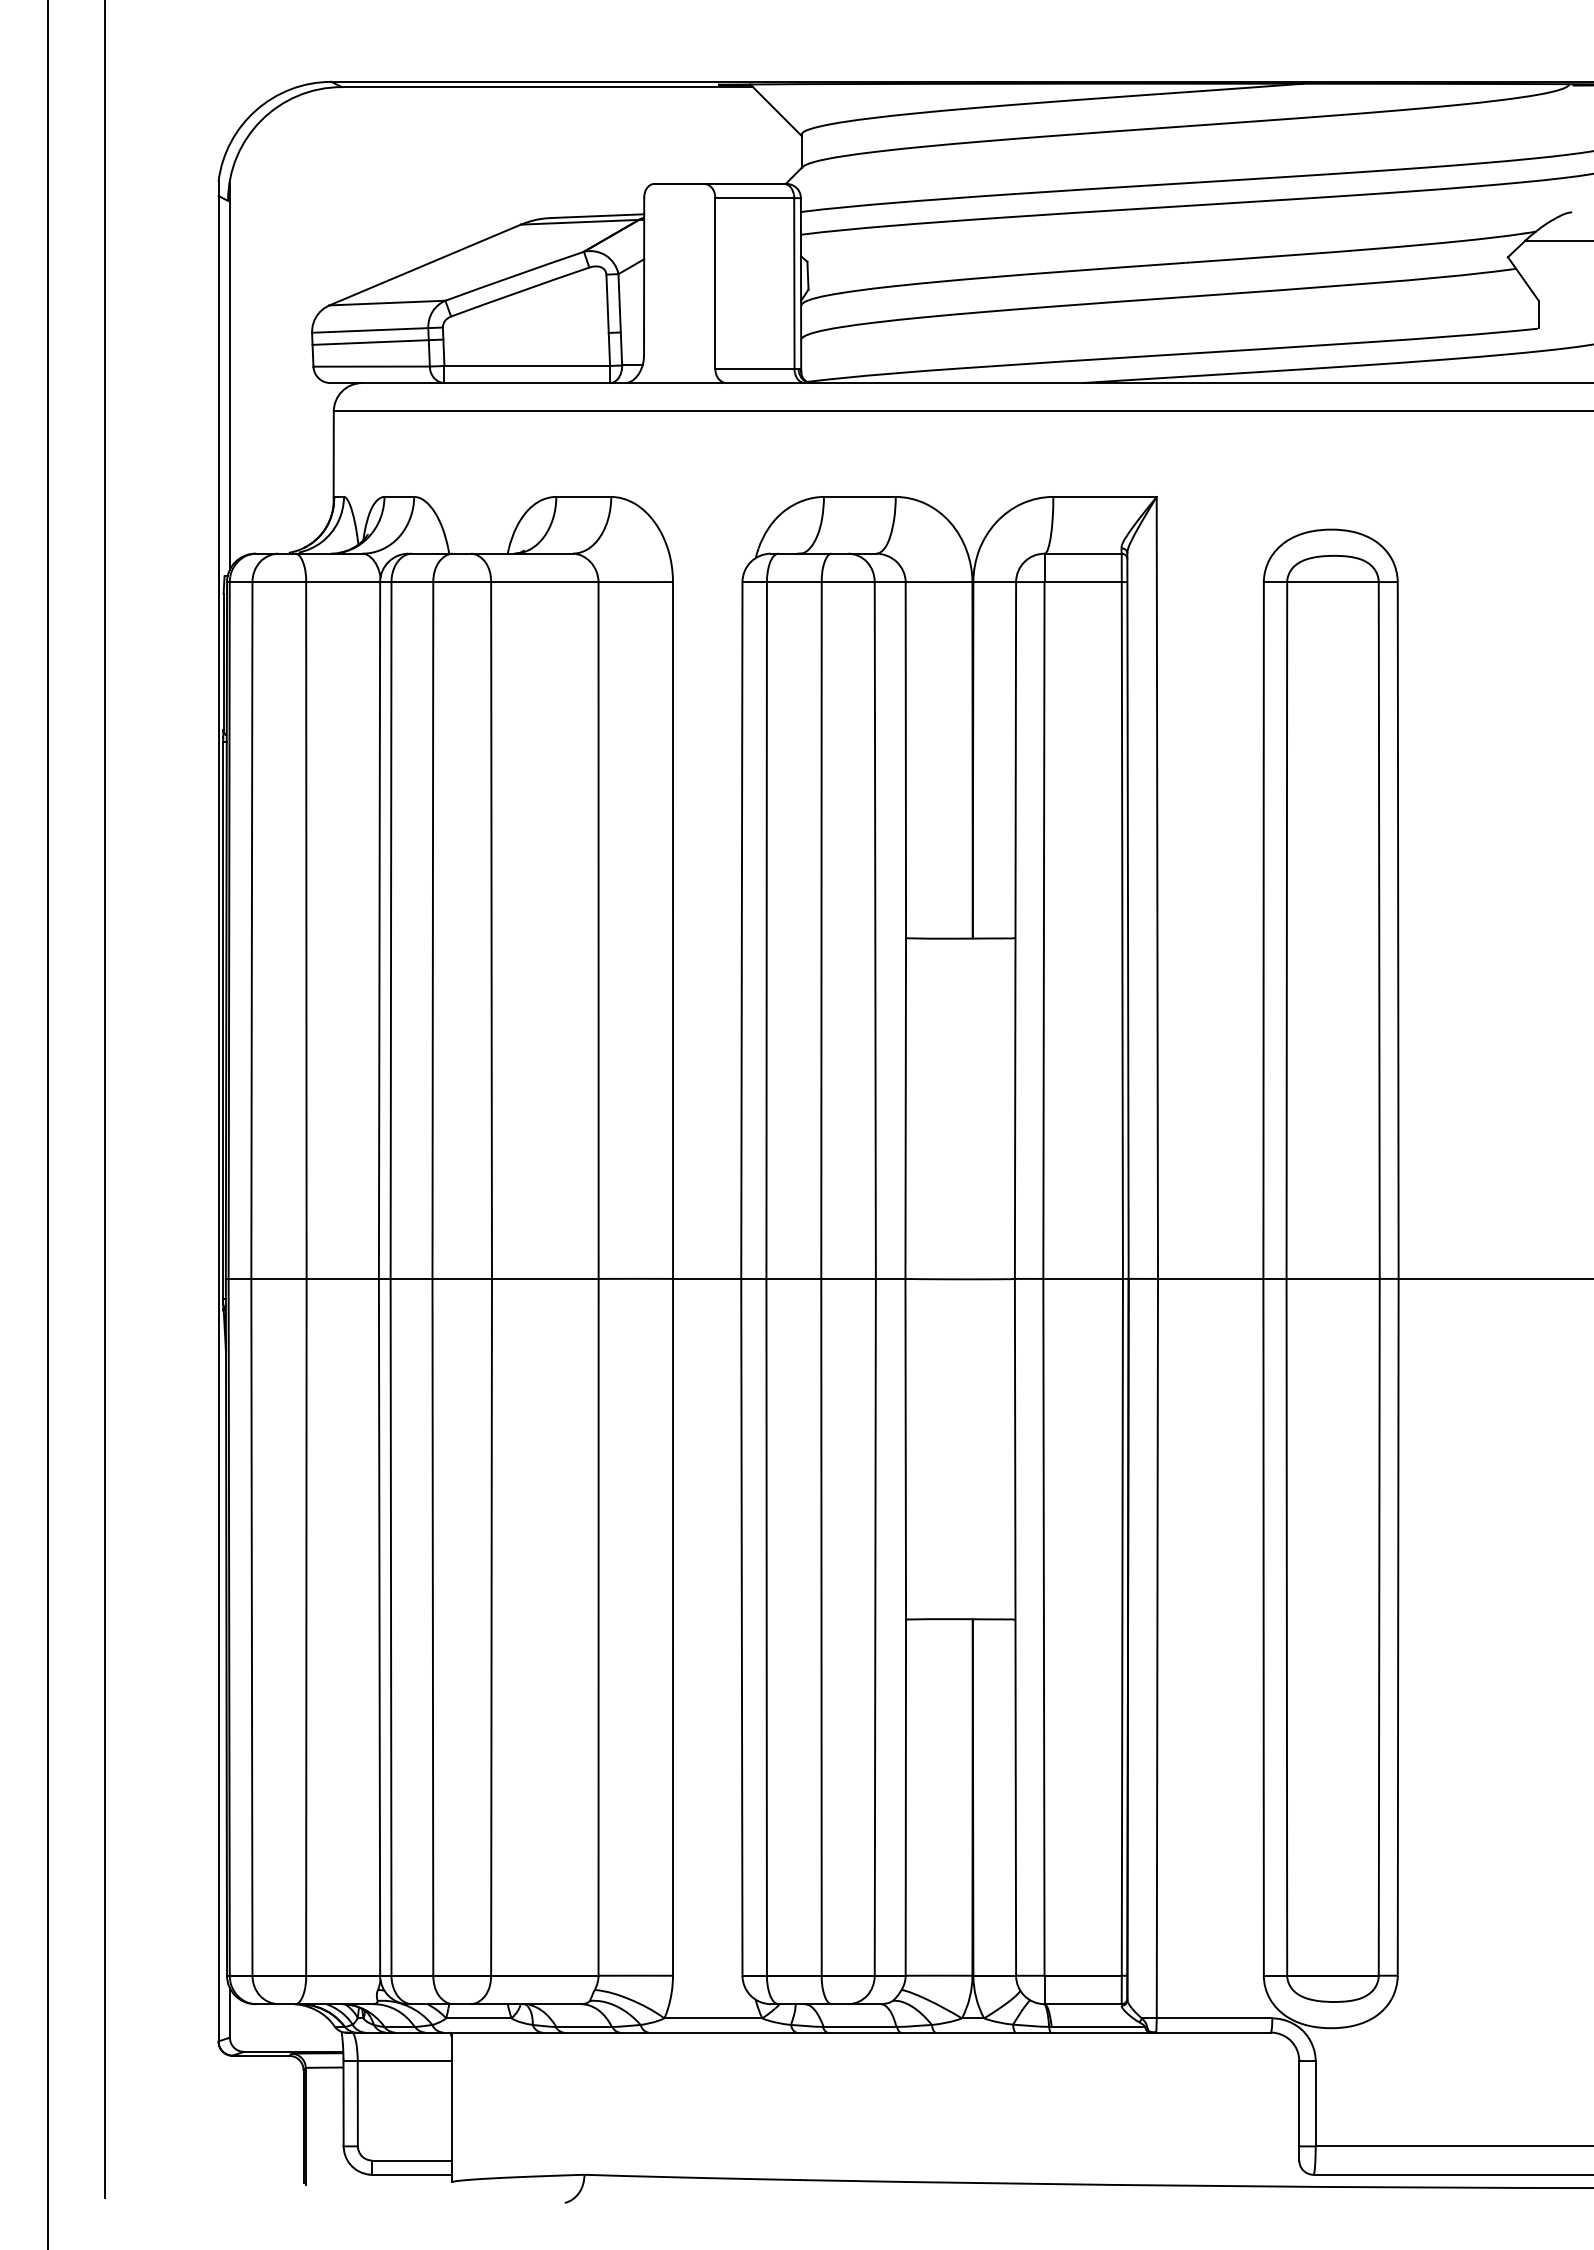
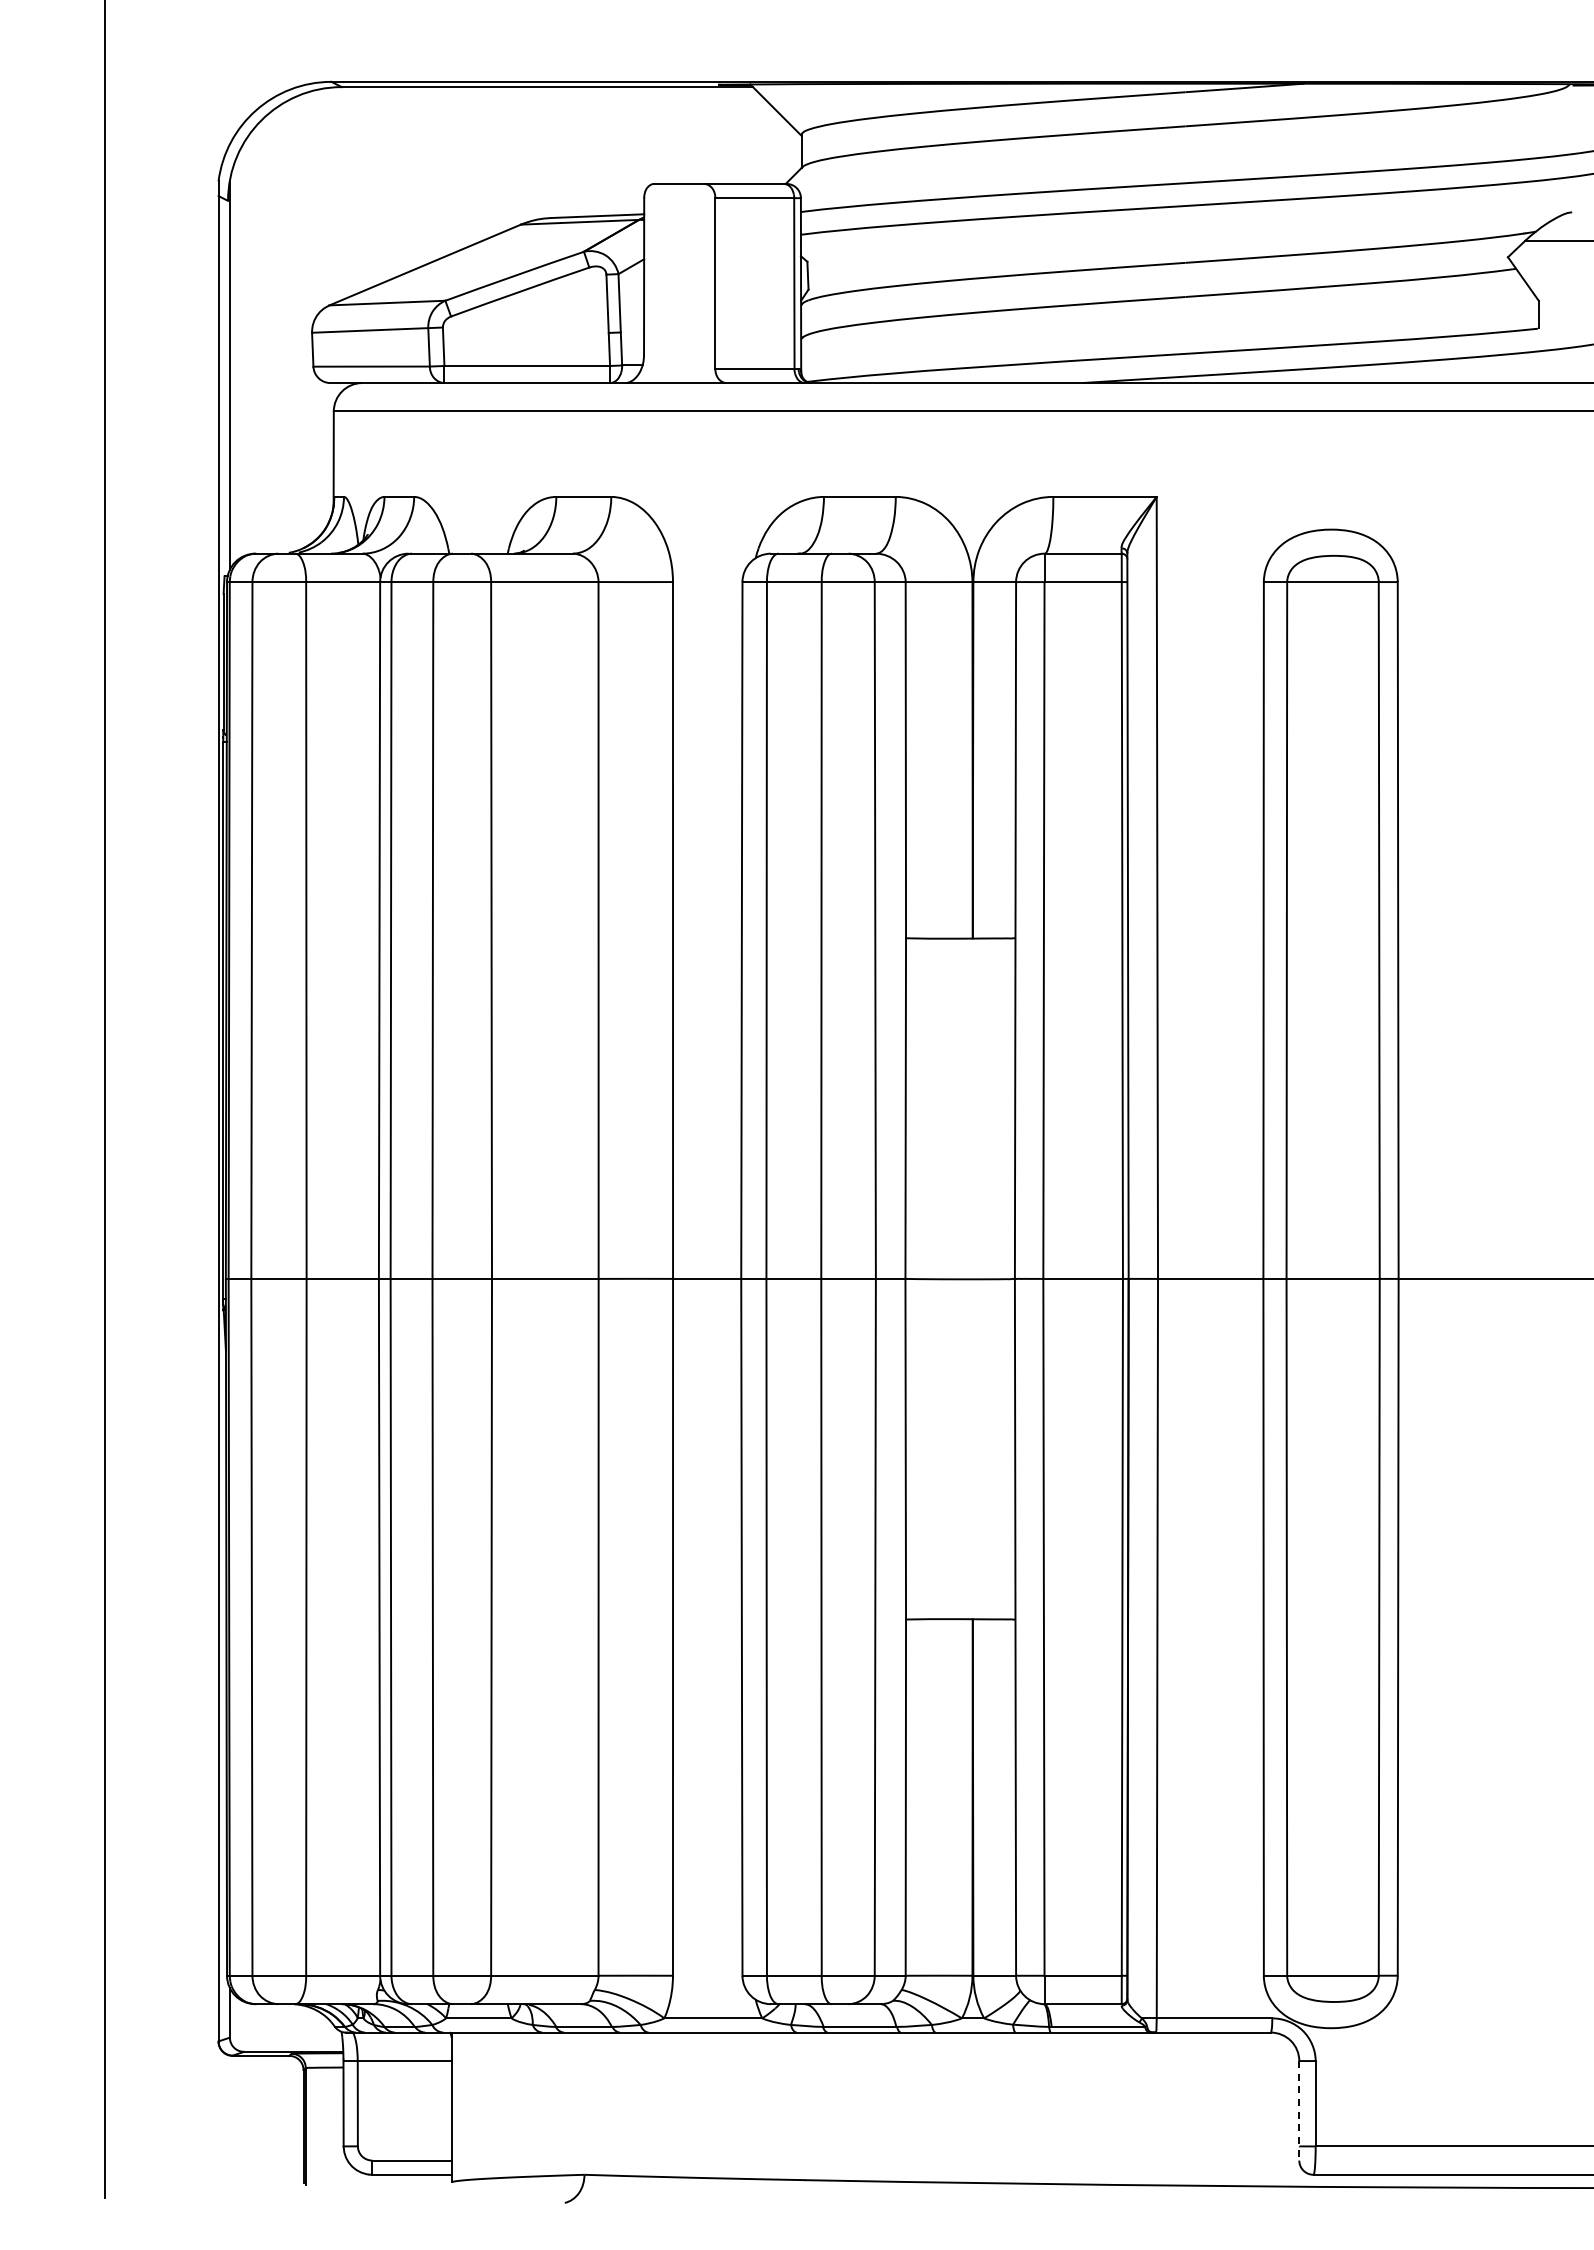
line at (377, 341): present -> none
line at (47, 1124): present -> none
line at (1299, 2110): solid -> dashed
